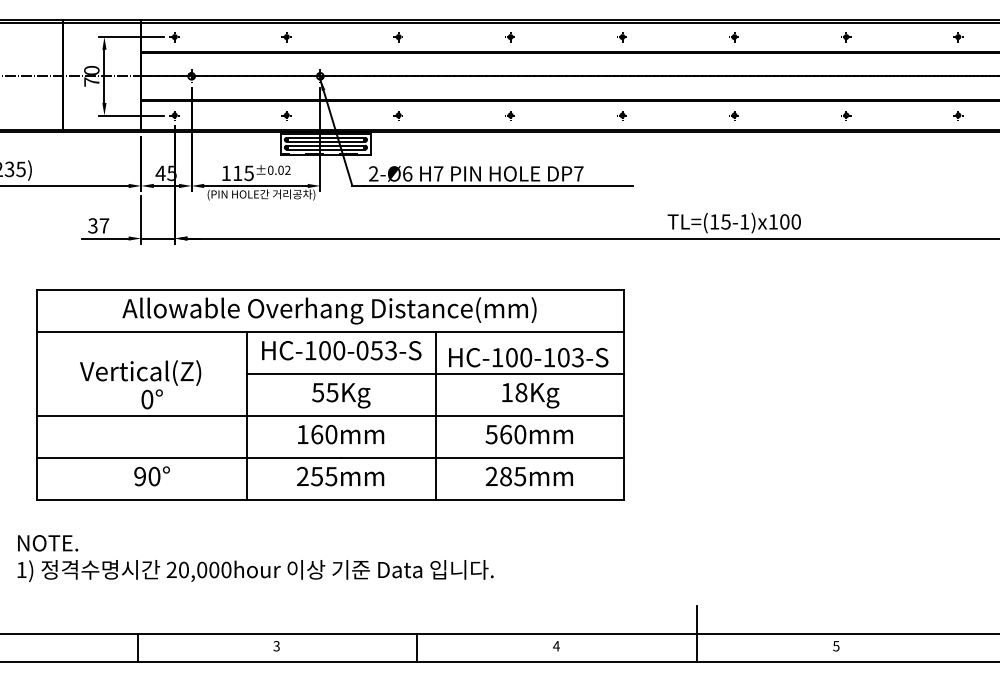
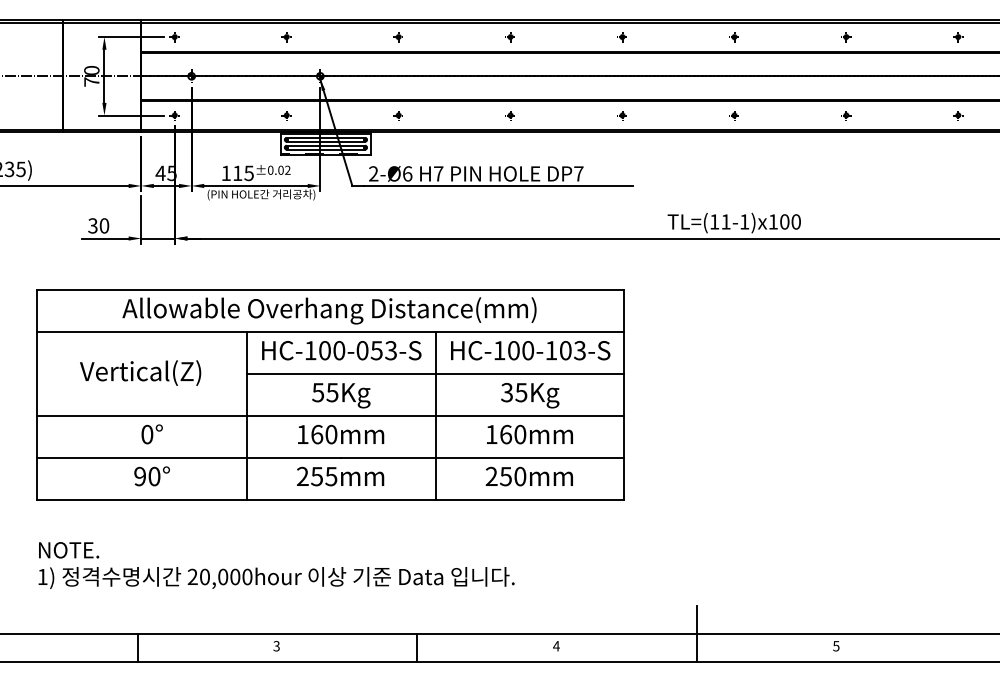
text at (725, 221): TL=(15-1)x100 -> TL=(11-1)x100
text at (104, 225): 37 -> 30
text at (528, 357) position: (528, 357) -> (530, 350)
text at (514, 392): 18Kg -> 35Kg
text at (151, 399) position: (151, 399) -> (151, 434)
text at (491, 434): 560mm -> 160mm
text at (512, 476): 285mm -> 250mm
text at (255, 558) position: (255, 558) -> (276, 565)
